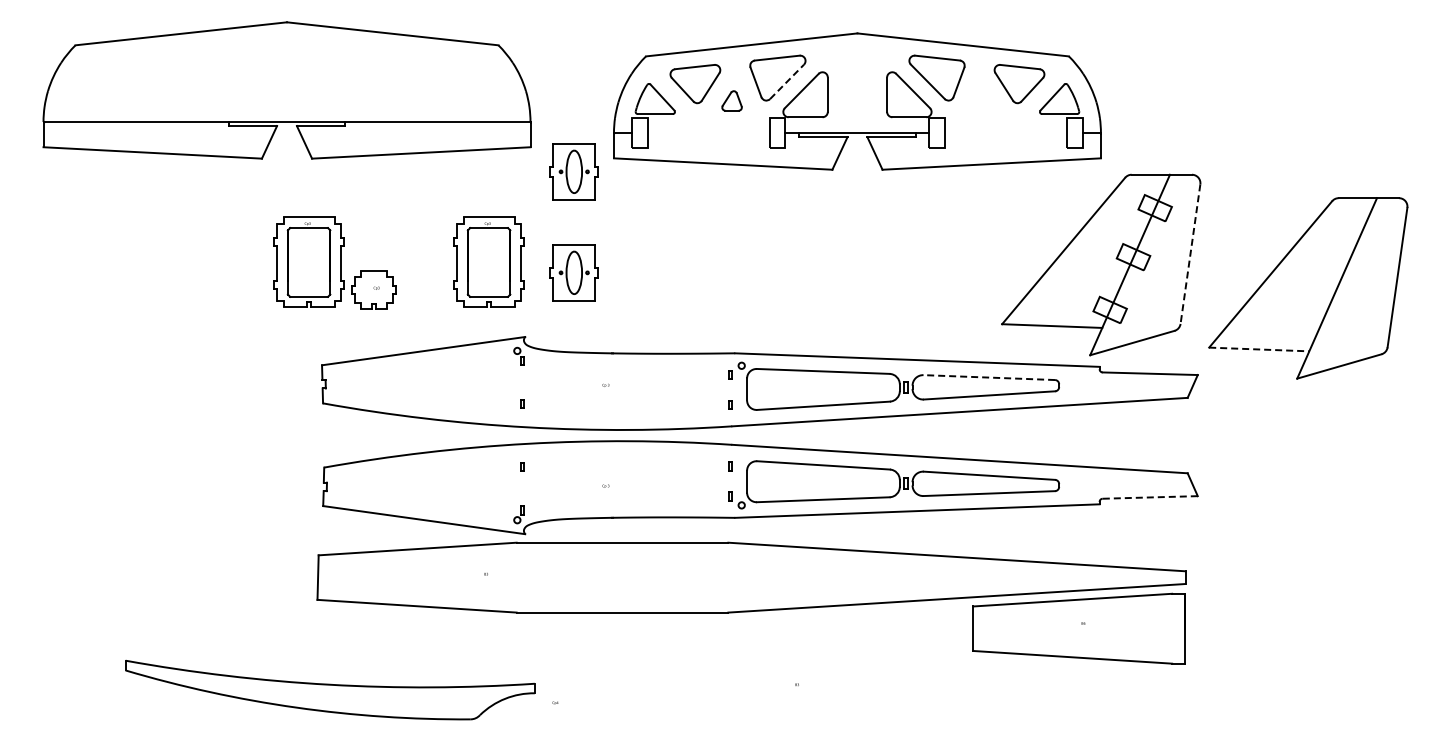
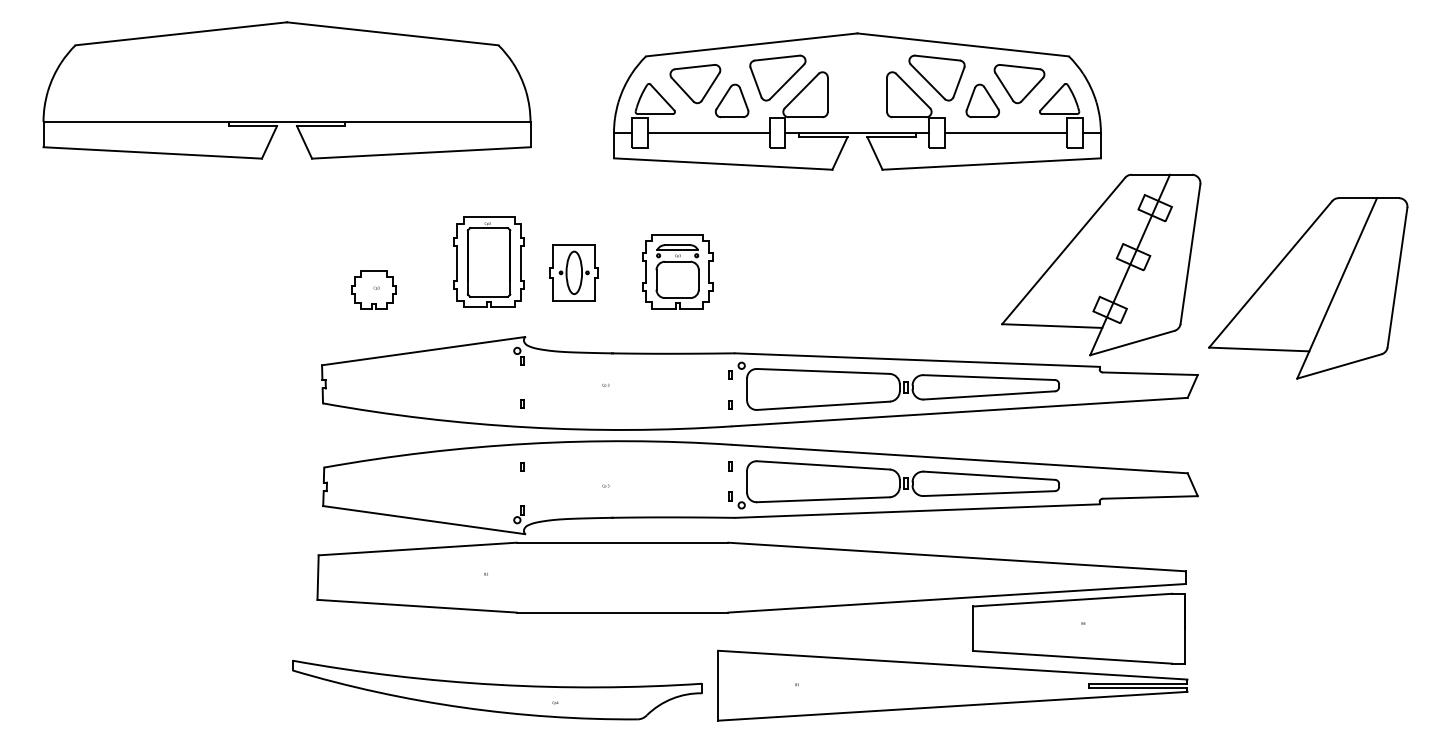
line at (787, 81): dashed -> solid
part at (731, 100) size: 22x22 px -> 36x36 px
part at (982, 100): none -> present
line at (708, 133): none -> present
line at (1006, 133): none -> present
part at (573, 171): present -> none
line at (1190, 254): dashed -> solid
part at (308, 261): present -> none
part at (677, 271): none -> present
line at (1259, 349): dashed -> solid
line at (989, 377): dashed -> solid
line at (1150, 497): dashed -> solid
part at (952, 685): none -> present
part at (330, 689) position: (330, 689) -> (497, 689)
